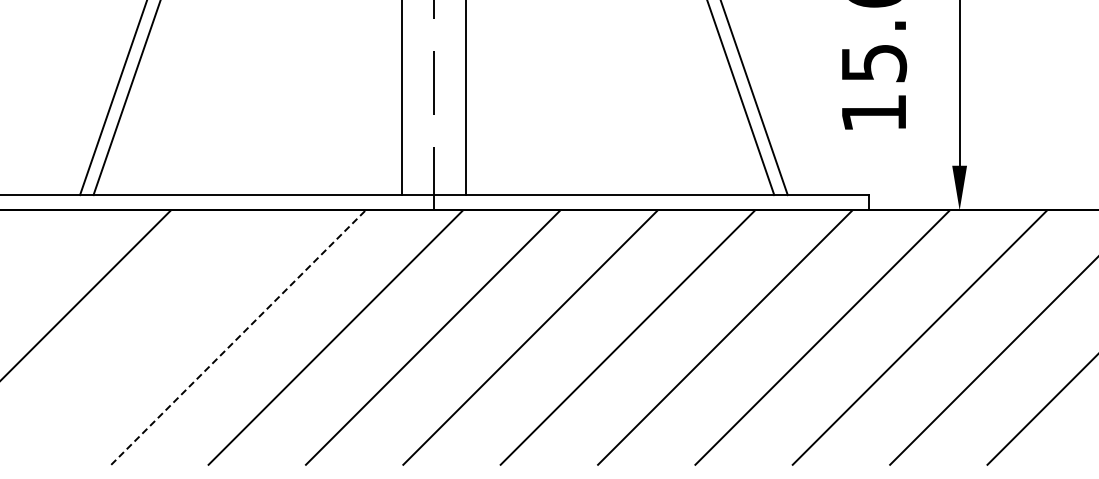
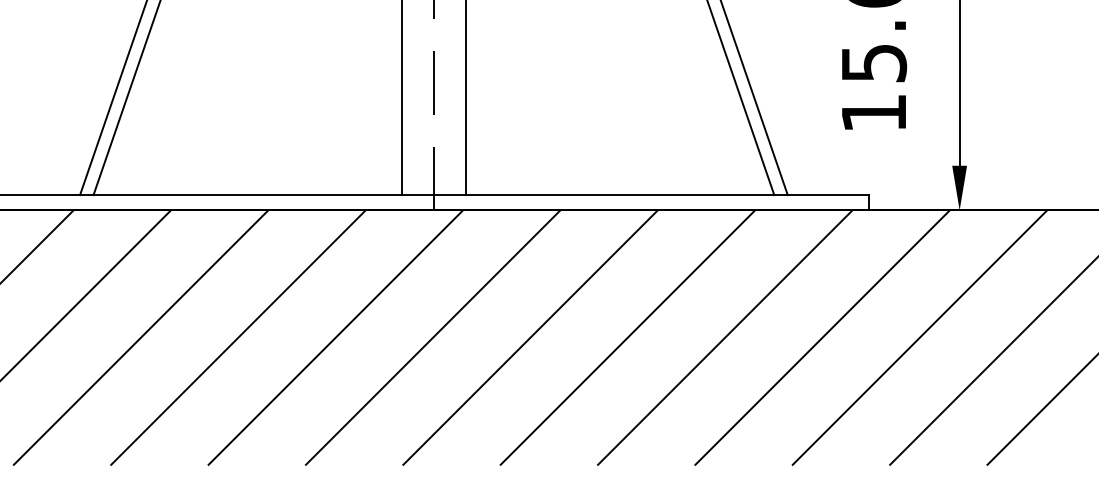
line at (37, 245): none -> present
line at (140, 337): none -> present
line at (238, 337): dashed -> solid
